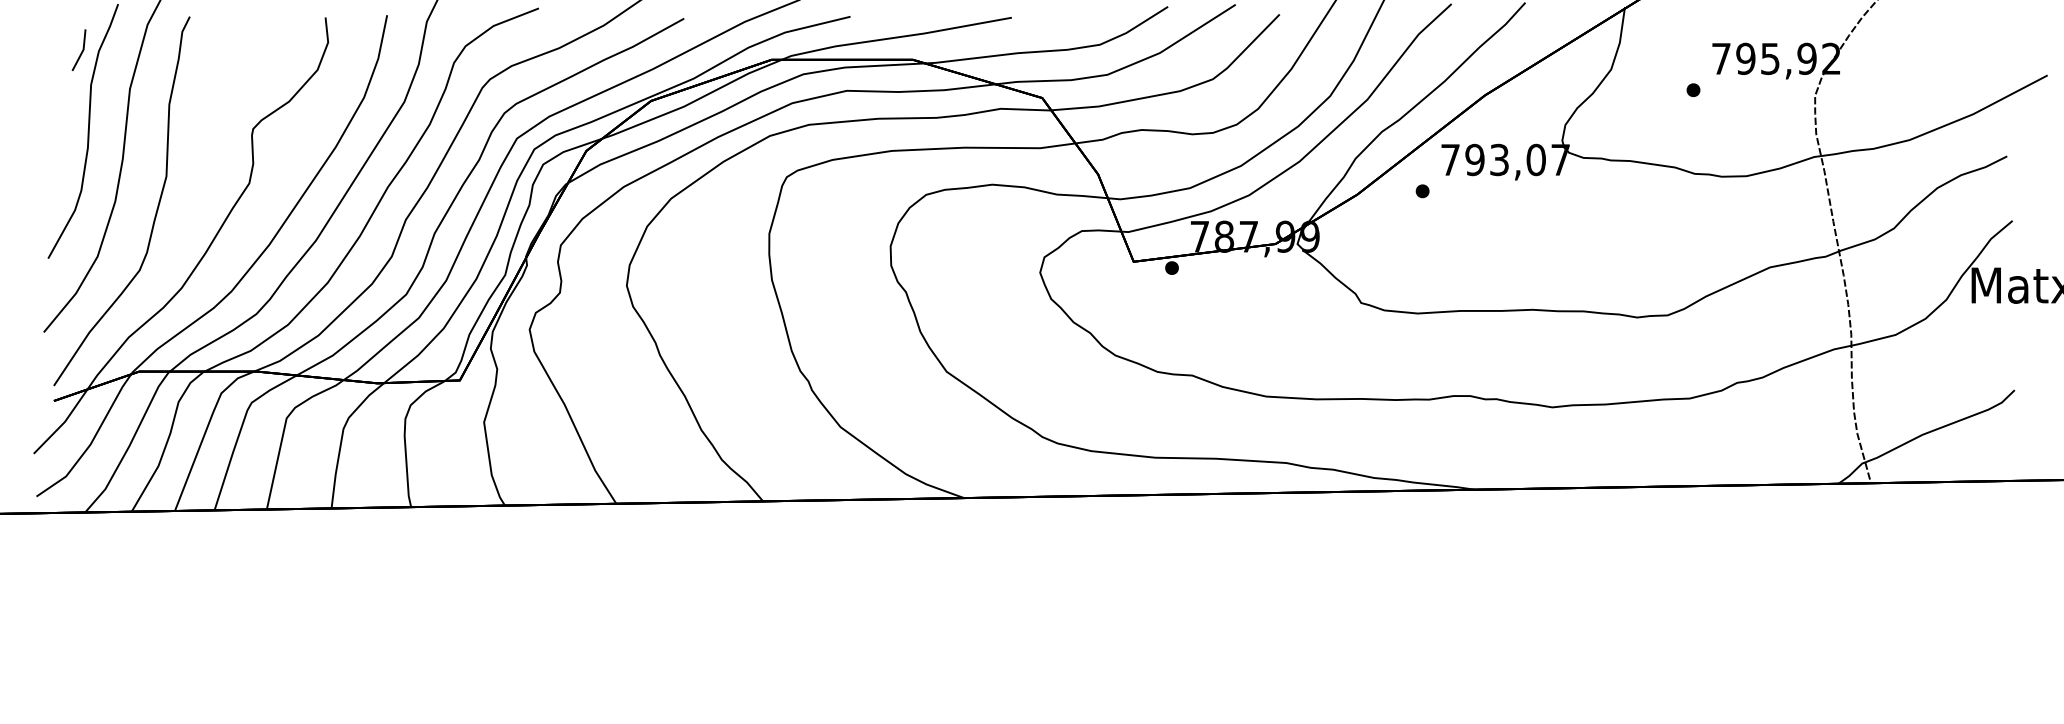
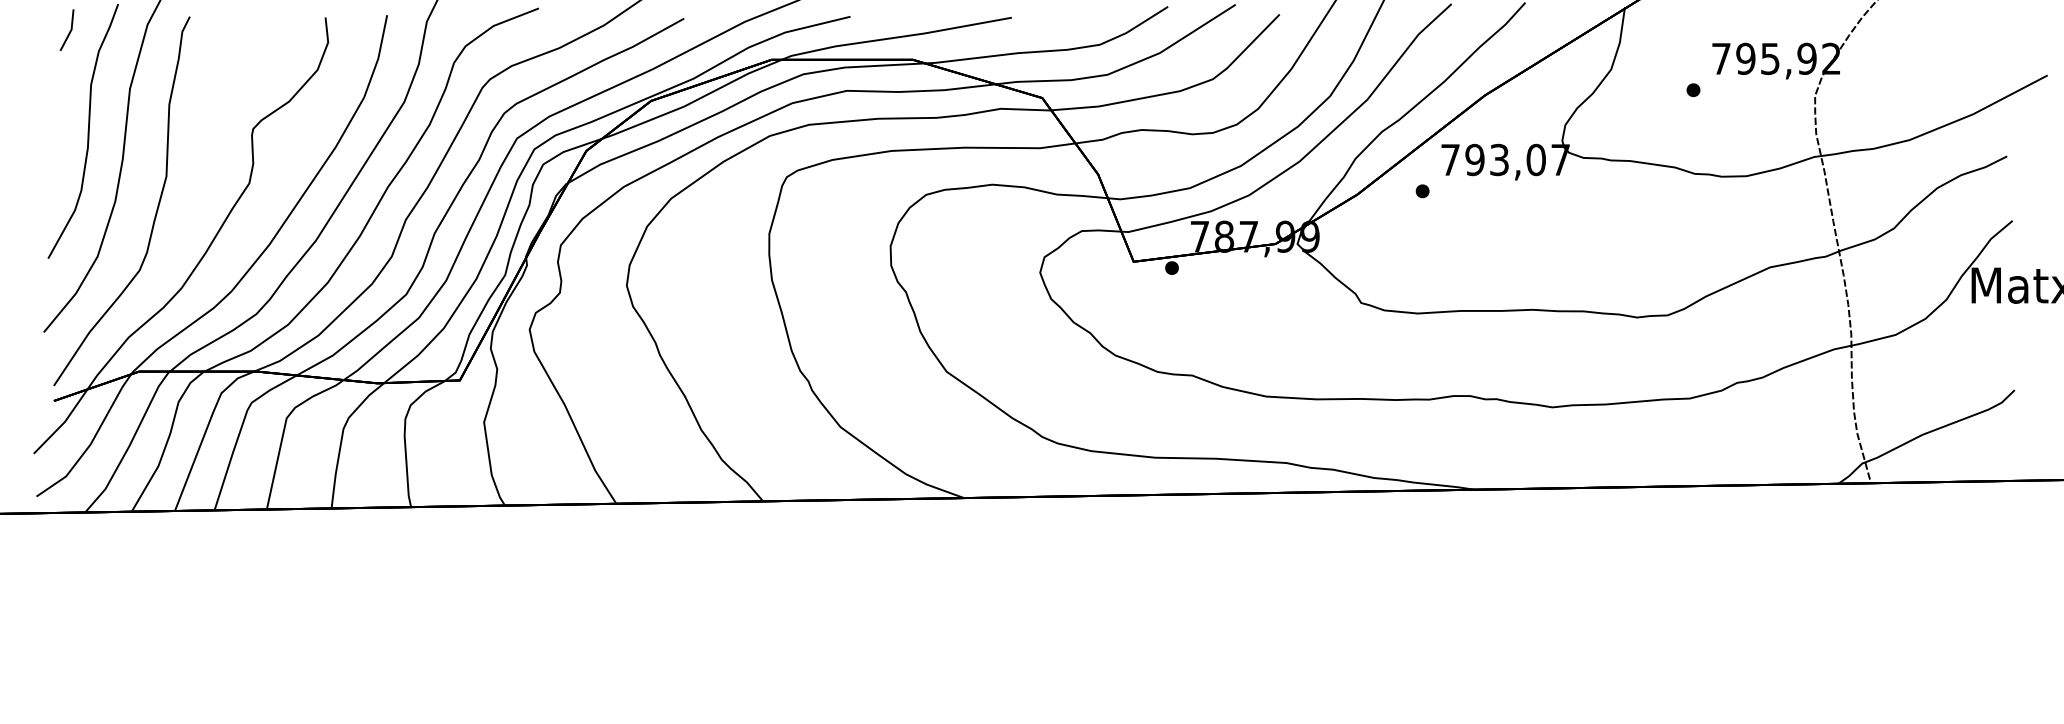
line at (81, 51) position: (81, 51) -> (69, 31)
